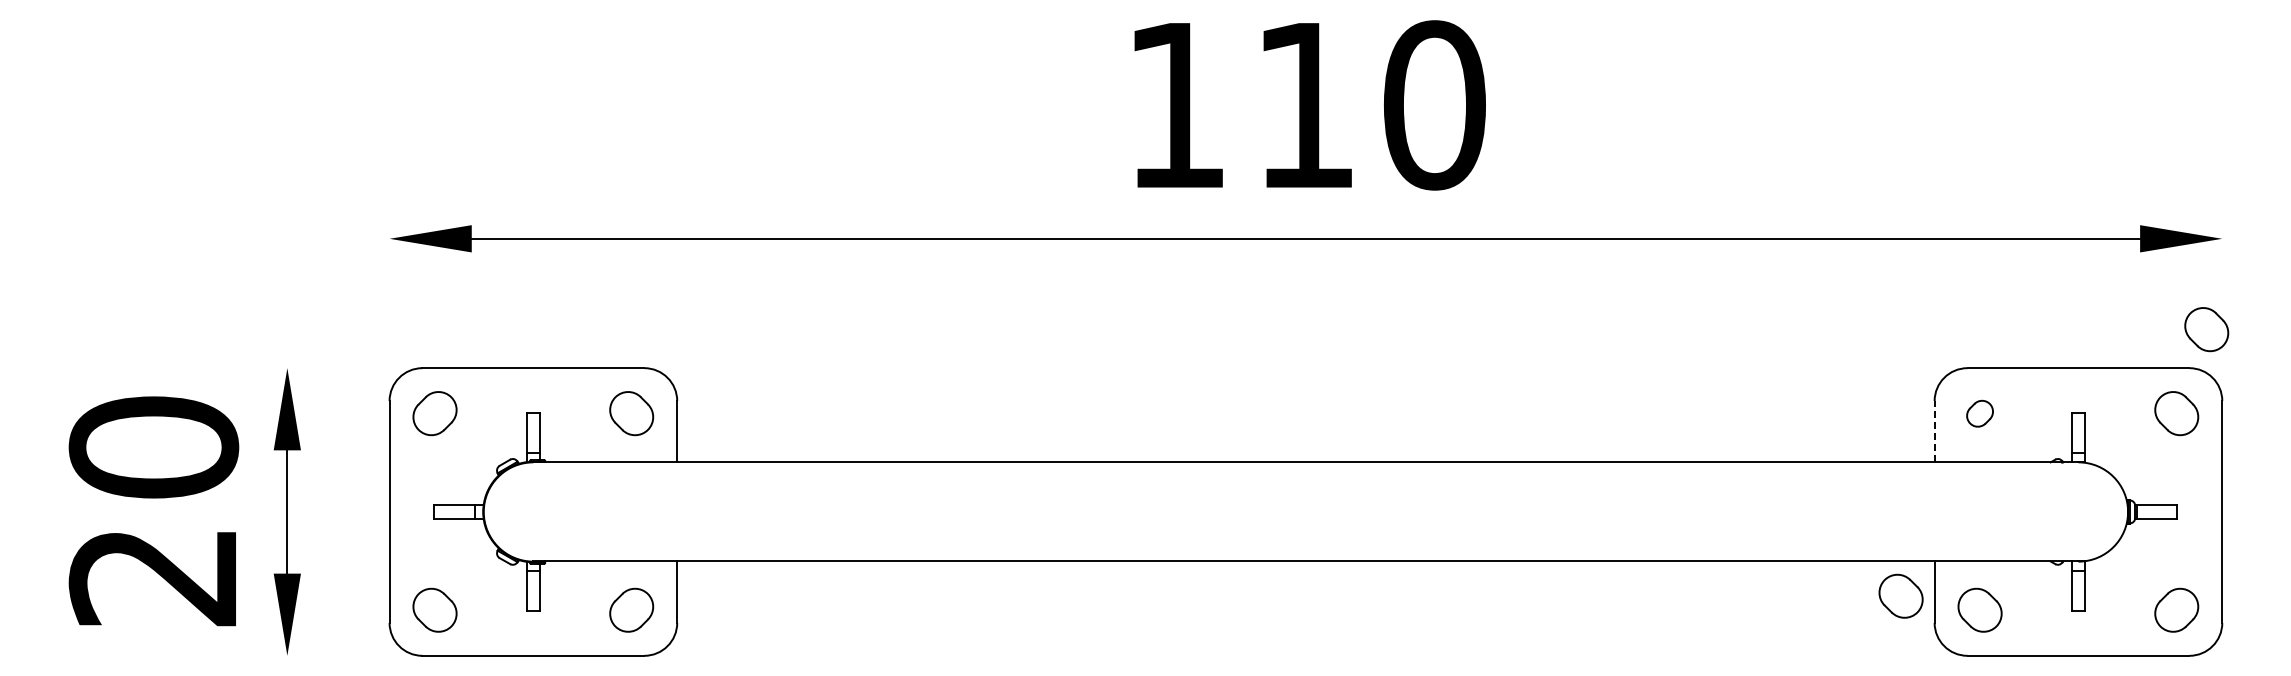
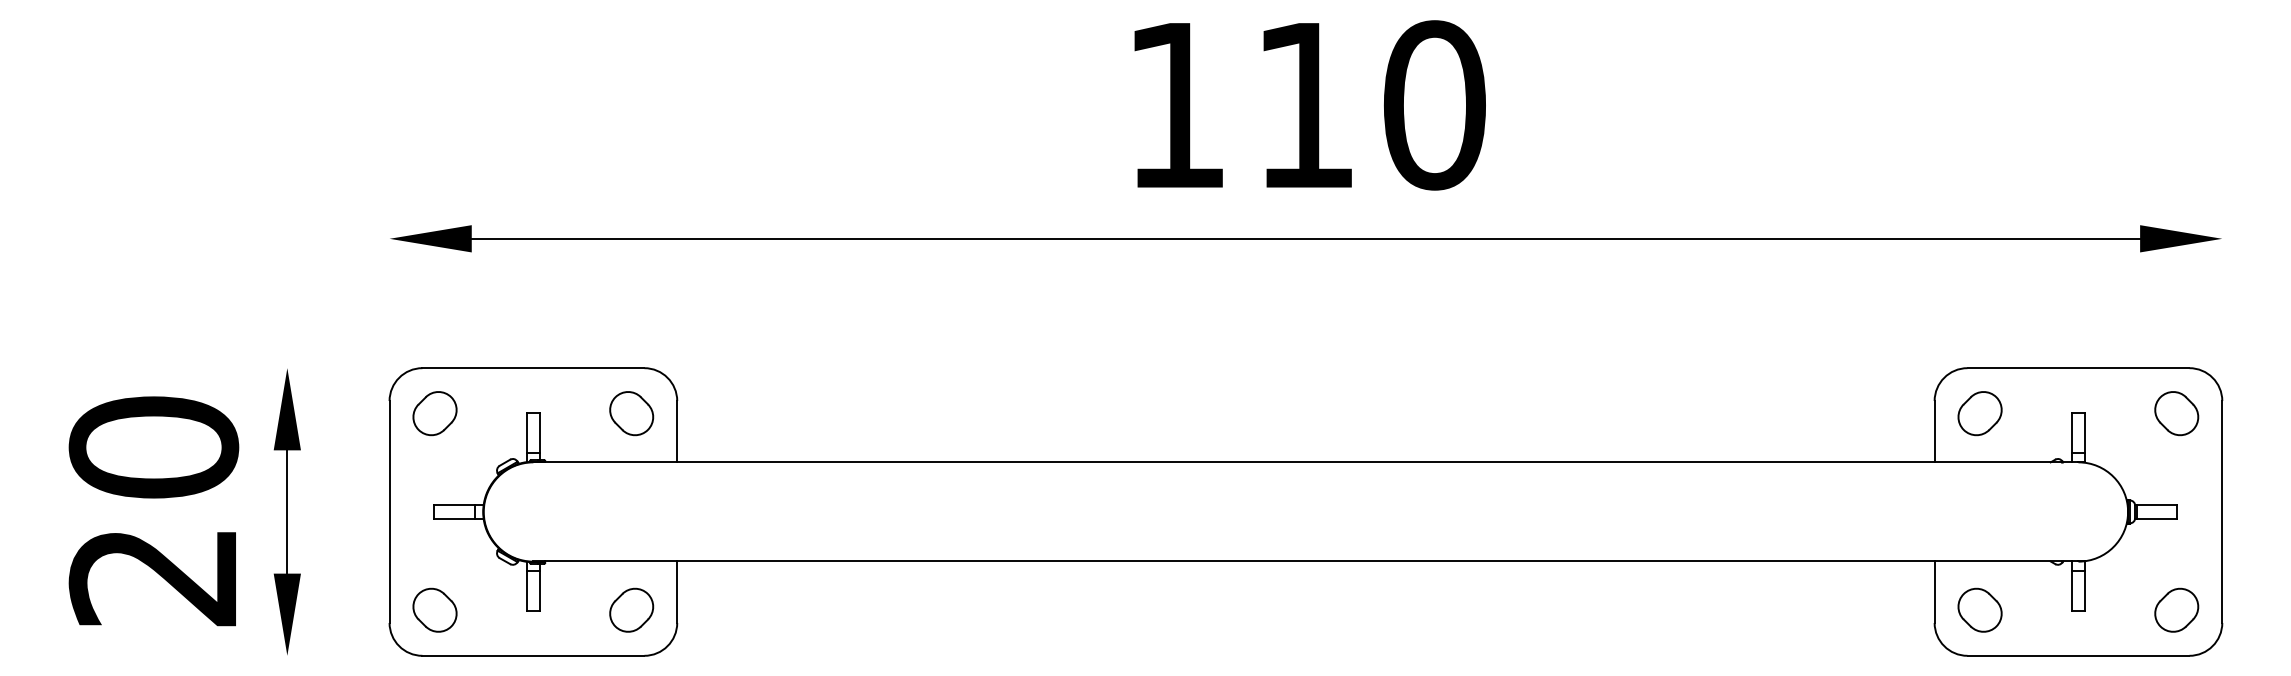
part at (2206, 329): present -> none
part at (1979, 413) size: 28x29 px -> 46x46 px
line at (1934, 431): dashed -> solid
part at (1900, 595): present -> none
